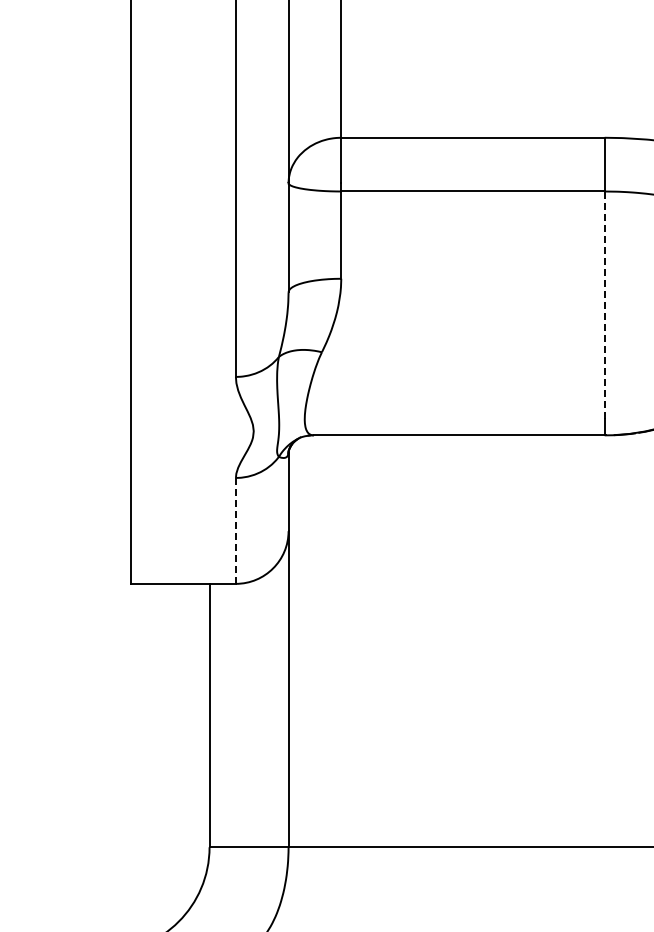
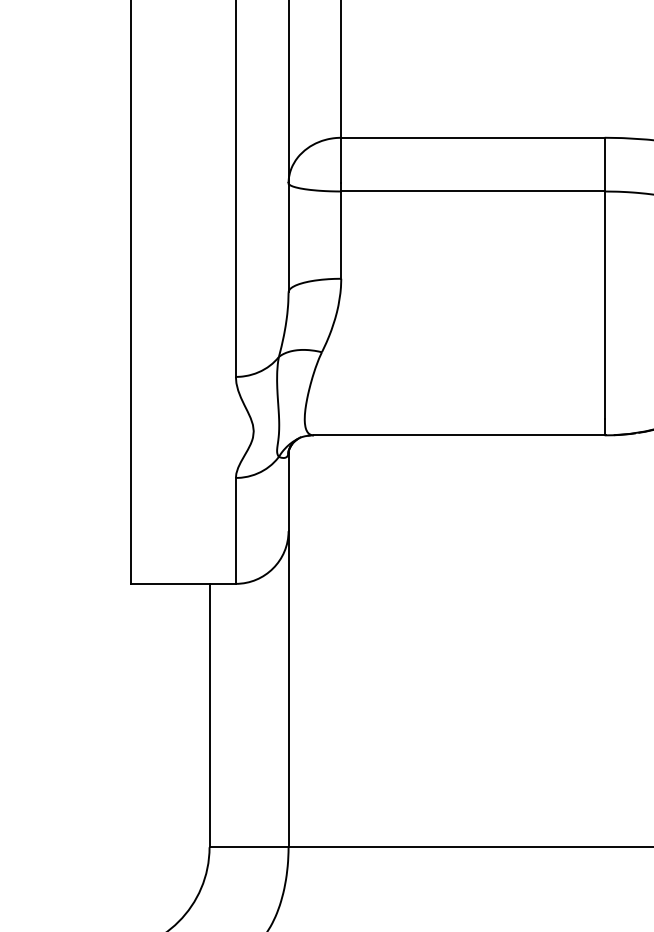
line at (604, 305): dashed -> solid
line at (235, 530): dashed -> solid
